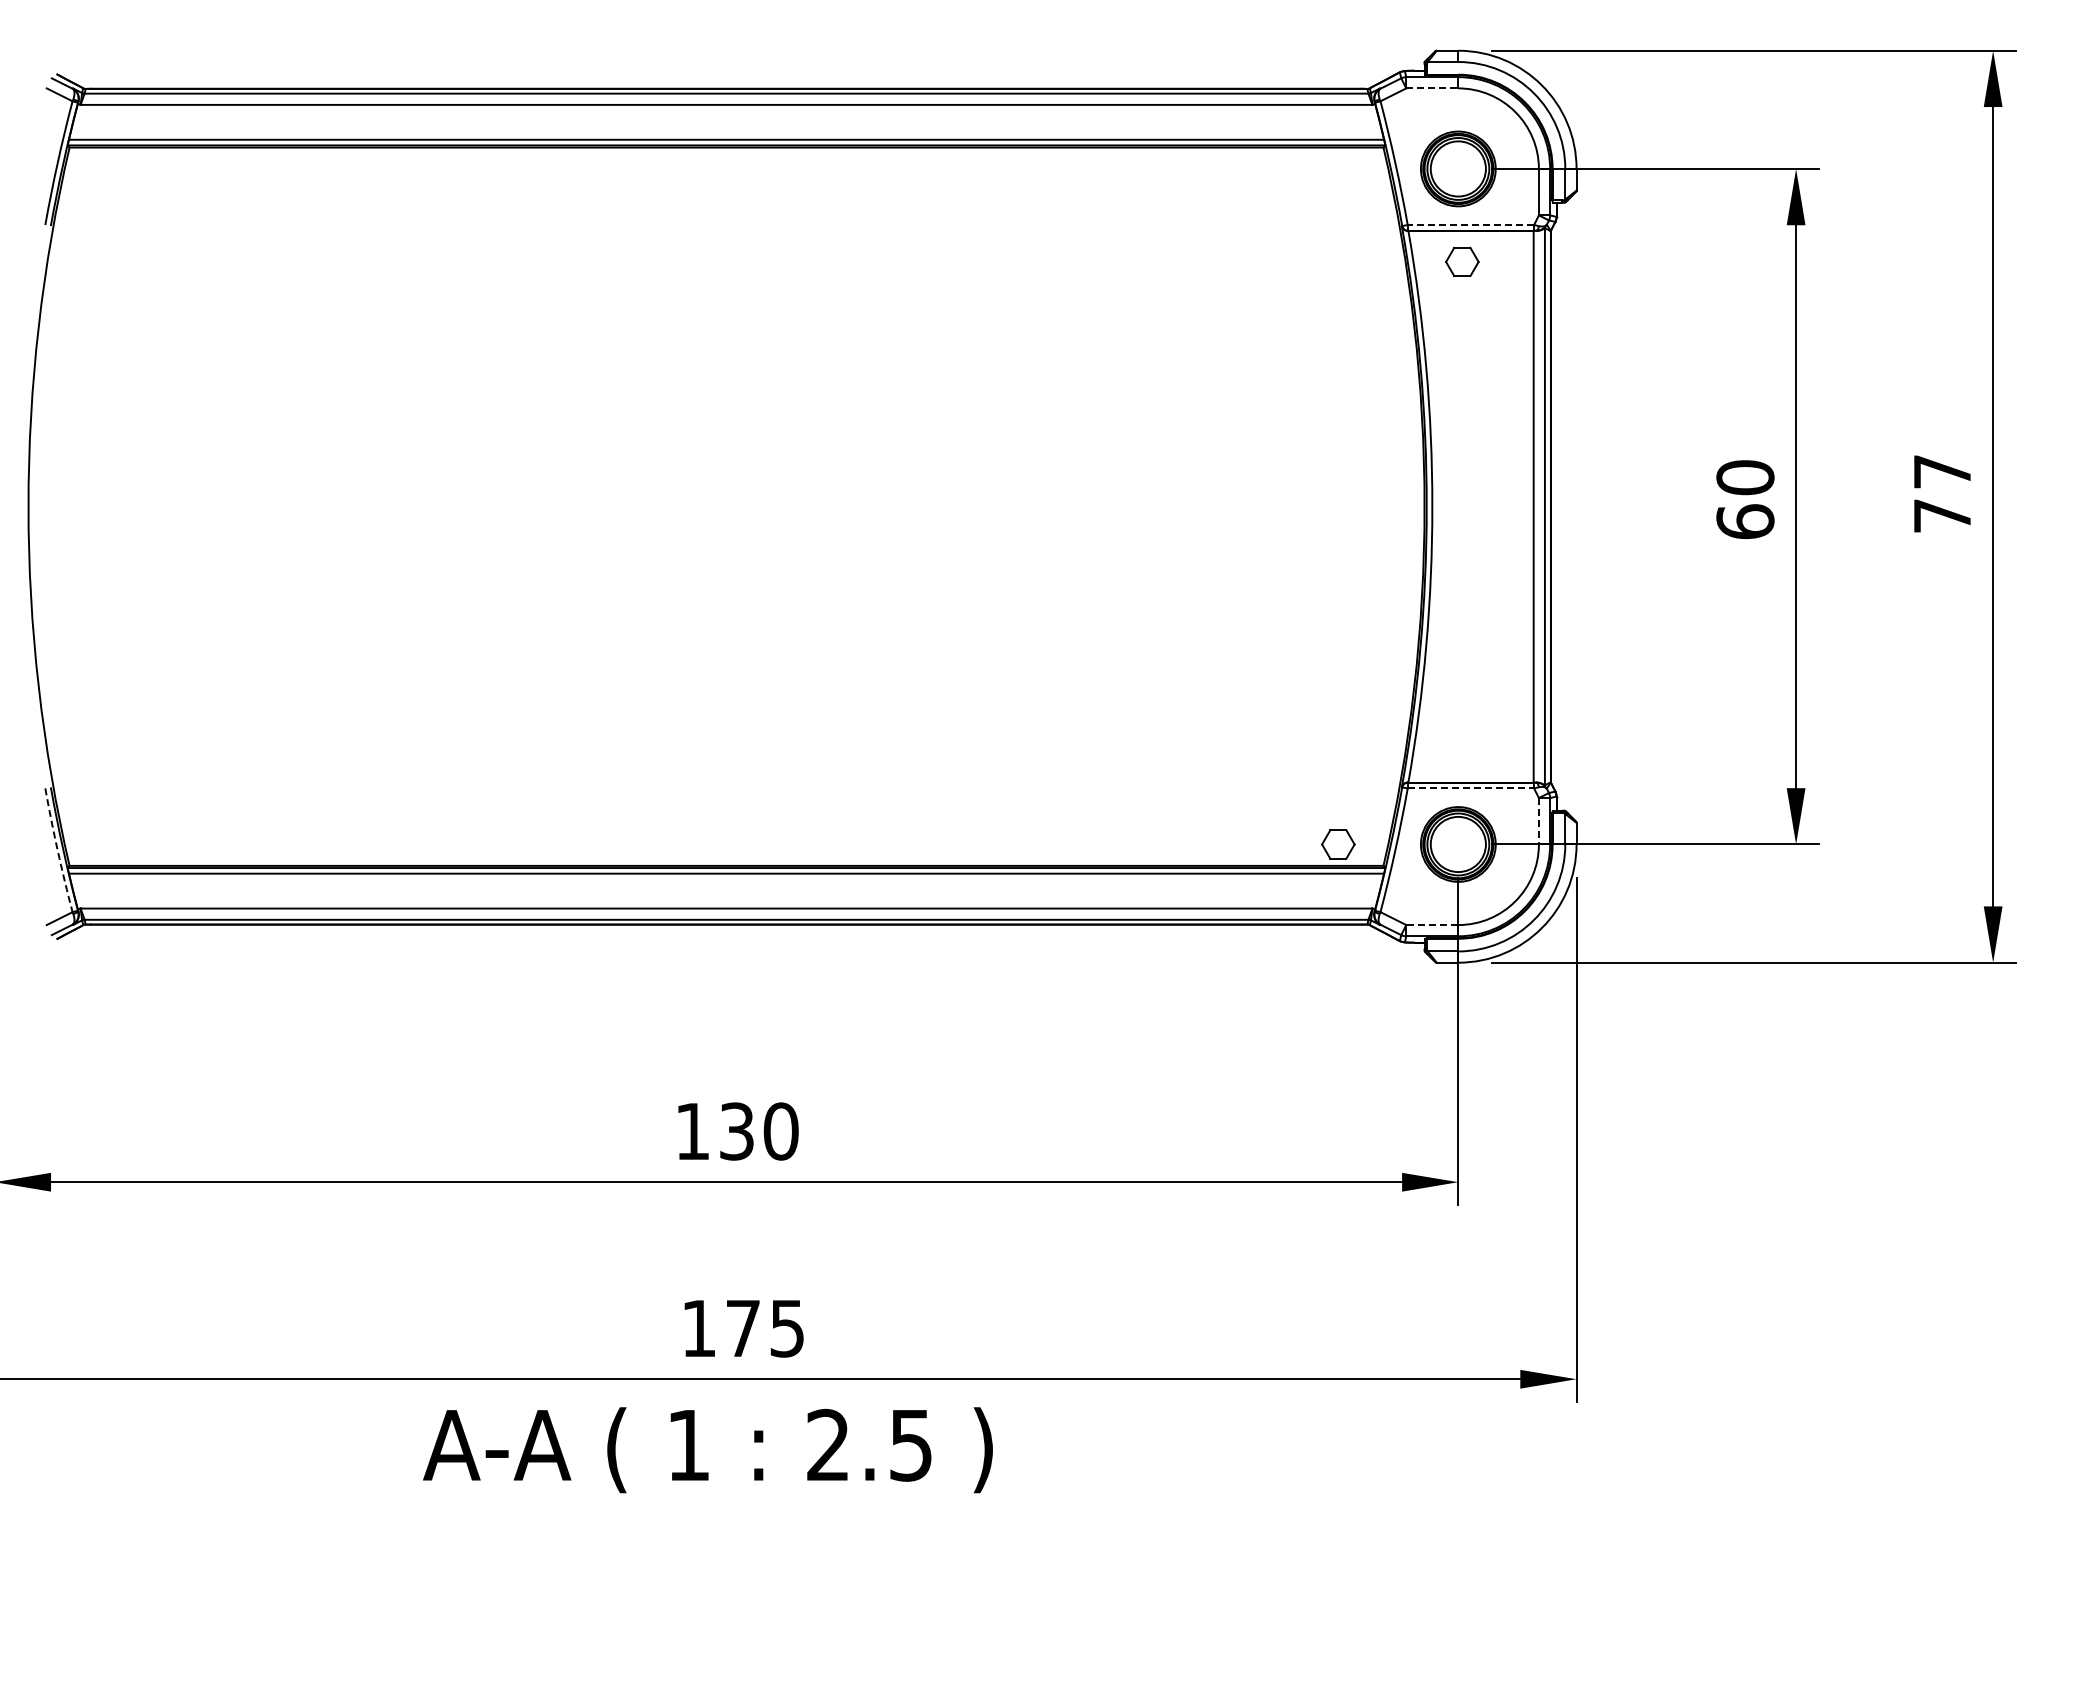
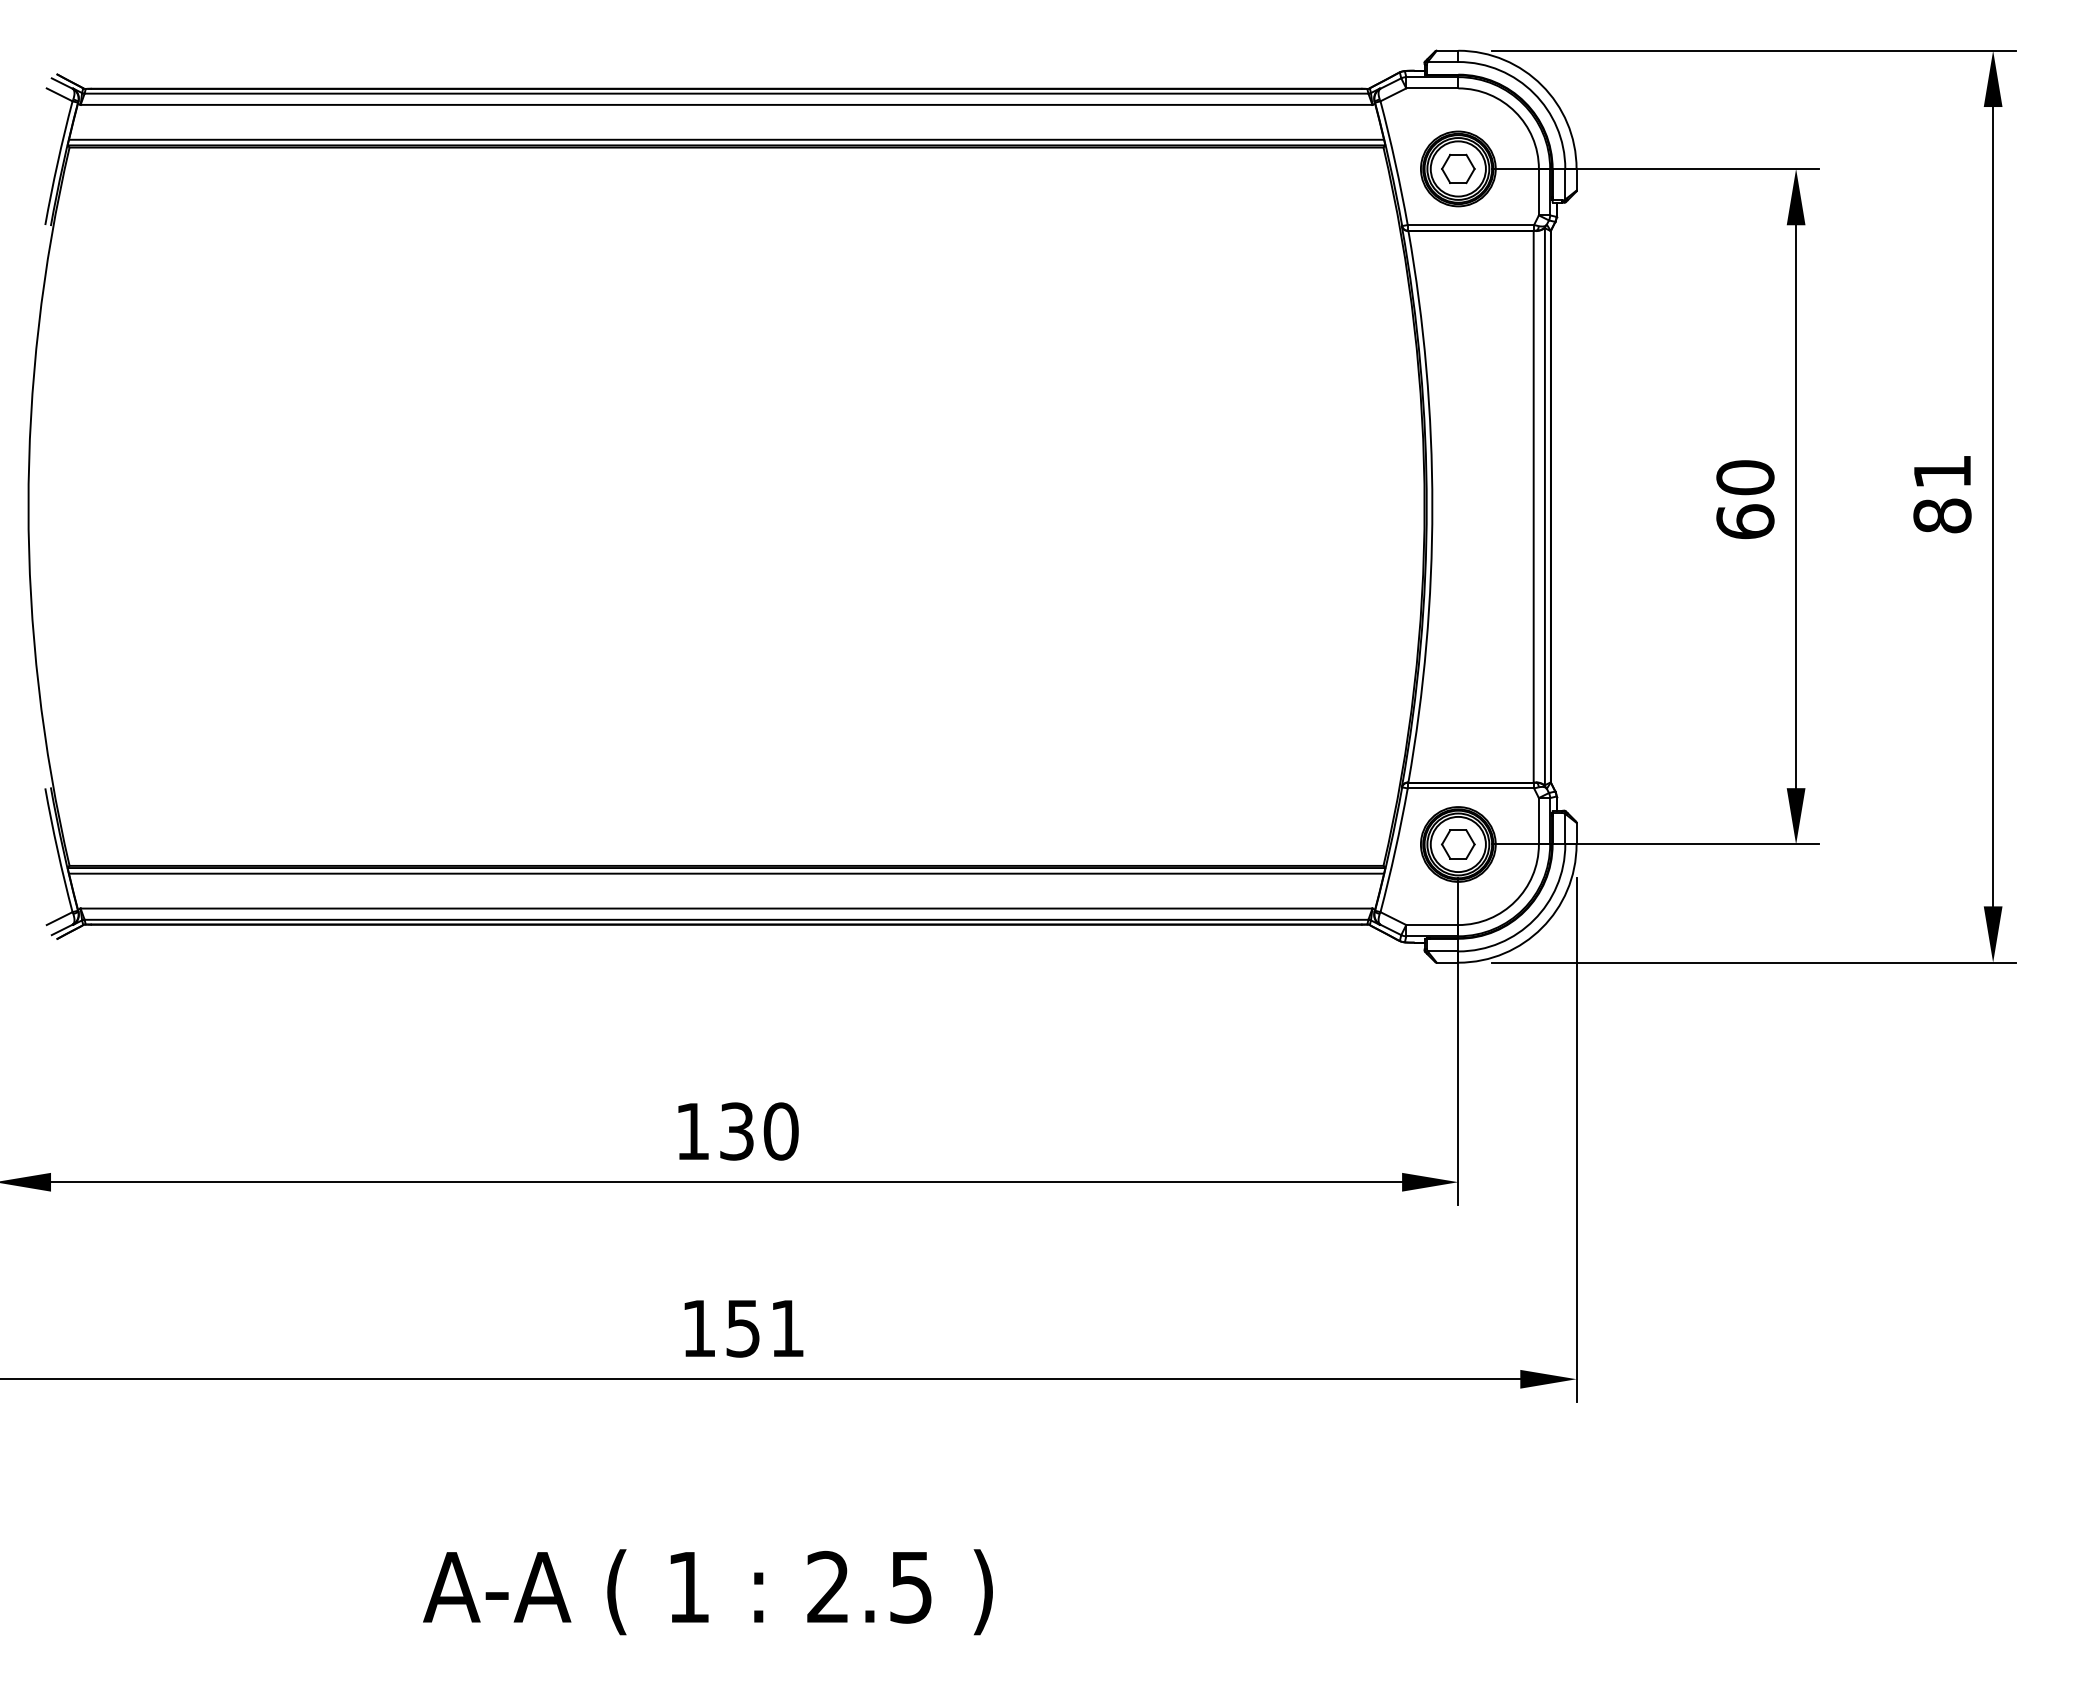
line at (1432, 88): dashed -> solid
line at (1470, 225): dashed -> solid
part at (1462, 261) position: (1462, 261) -> (1458, 168)
text at (1942, 494): 77 -> 81
line at (1471, 788): dashed -> solid
line at (1538, 821): dashed -> solid
part at (1338, 844) position: (1338, 844) -> (1458, 844)
arc at (57, 850): dashed -> solid
line at (1431, 925): dashed -> solid
text at (764, 1328): 175 -> 151
text at (707, 1450) position: (707, 1450) -> (707, 1592)
